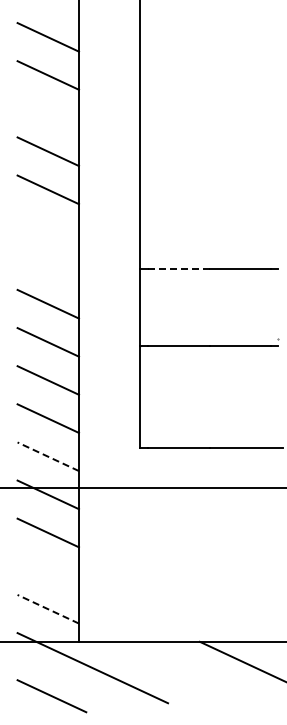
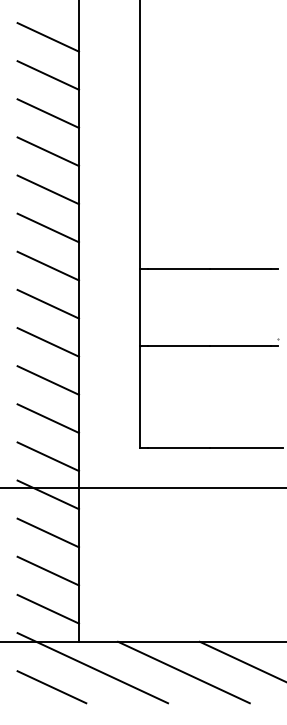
line at (48, 113): none -> present
line at (48, 227): none -> present
line at (48, 265): none -> present
line at (178, 269): dashed -> solid
line at (48, 456): dashed -> solid
line at (48, 570): none -> present
line at (48, 609): dashed -> solid
line at (183, 672): none -> present
line at (51, 696) position: (51, 696) -> (51, 687)
